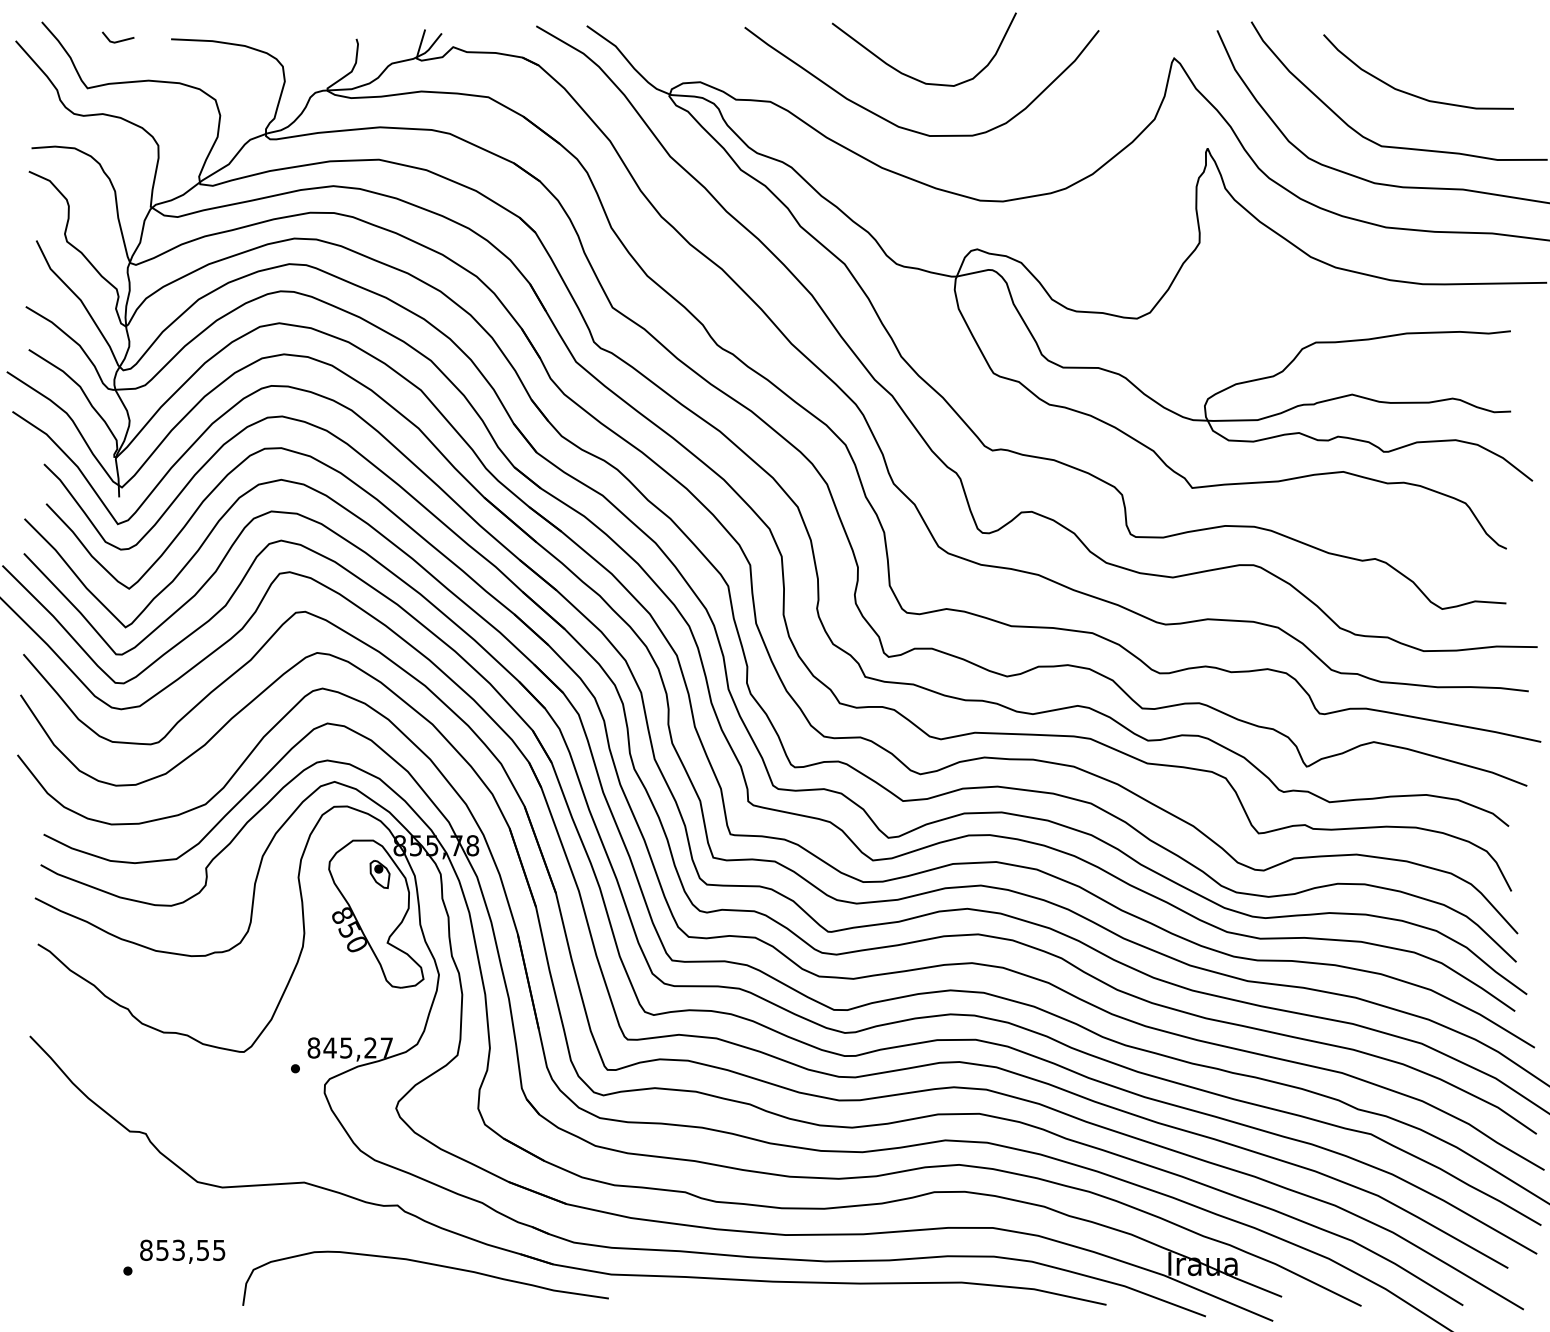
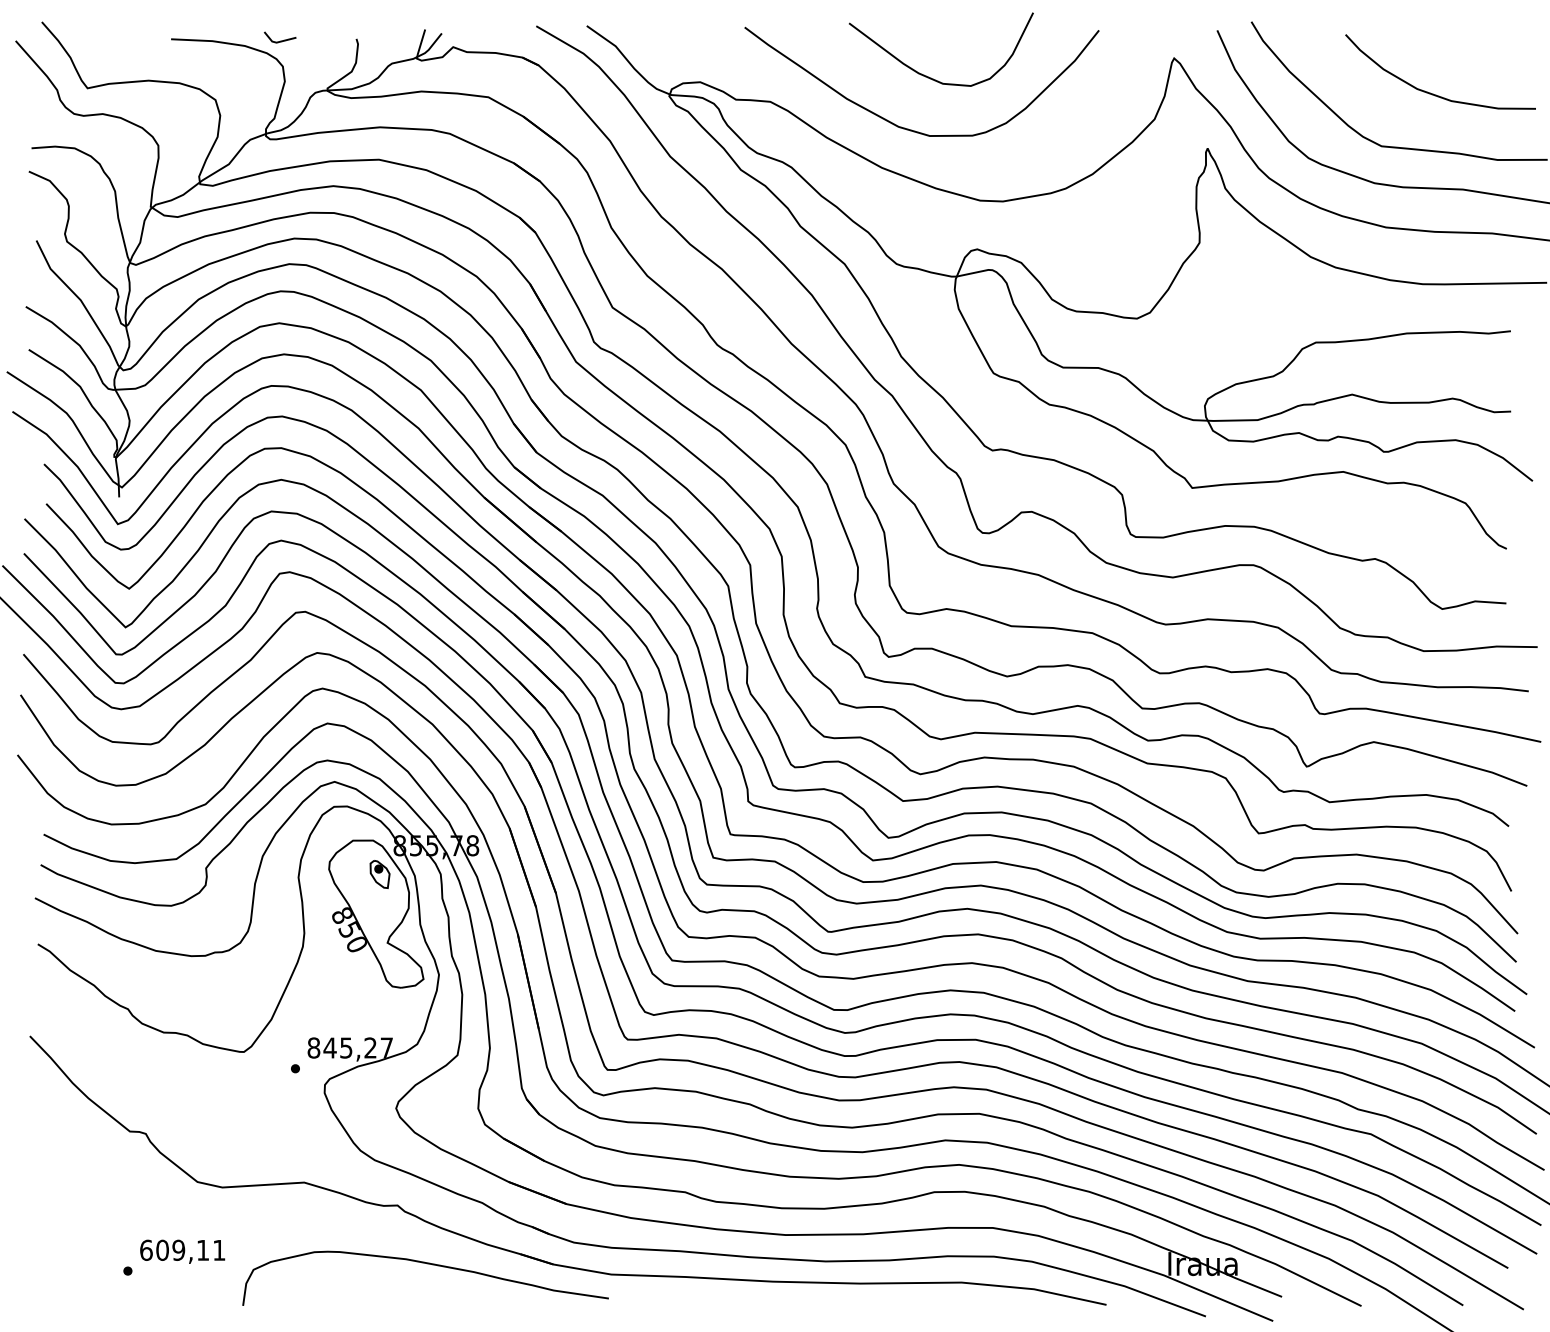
line at (118, 40) position: (118, 40) -> (280, 40)
curve at (914, 77) position: (914, 77) -> (931, 77)
curve at (1411, 93) position: (1411, 93) -> (1433, 93)
text at (182, 1249): 853,55 -> 609,11
